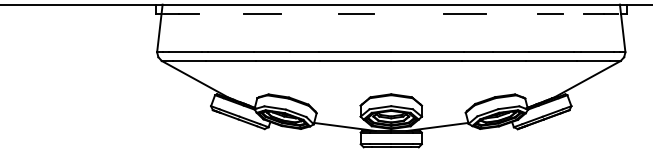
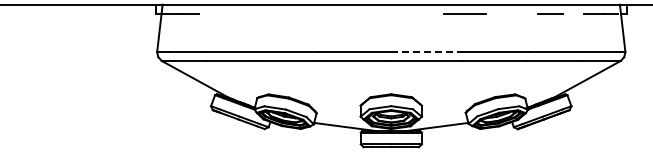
line at (262, 13): present -> none
line at (356, 13): present -> none
line at (426, 52): solid -> dashed
